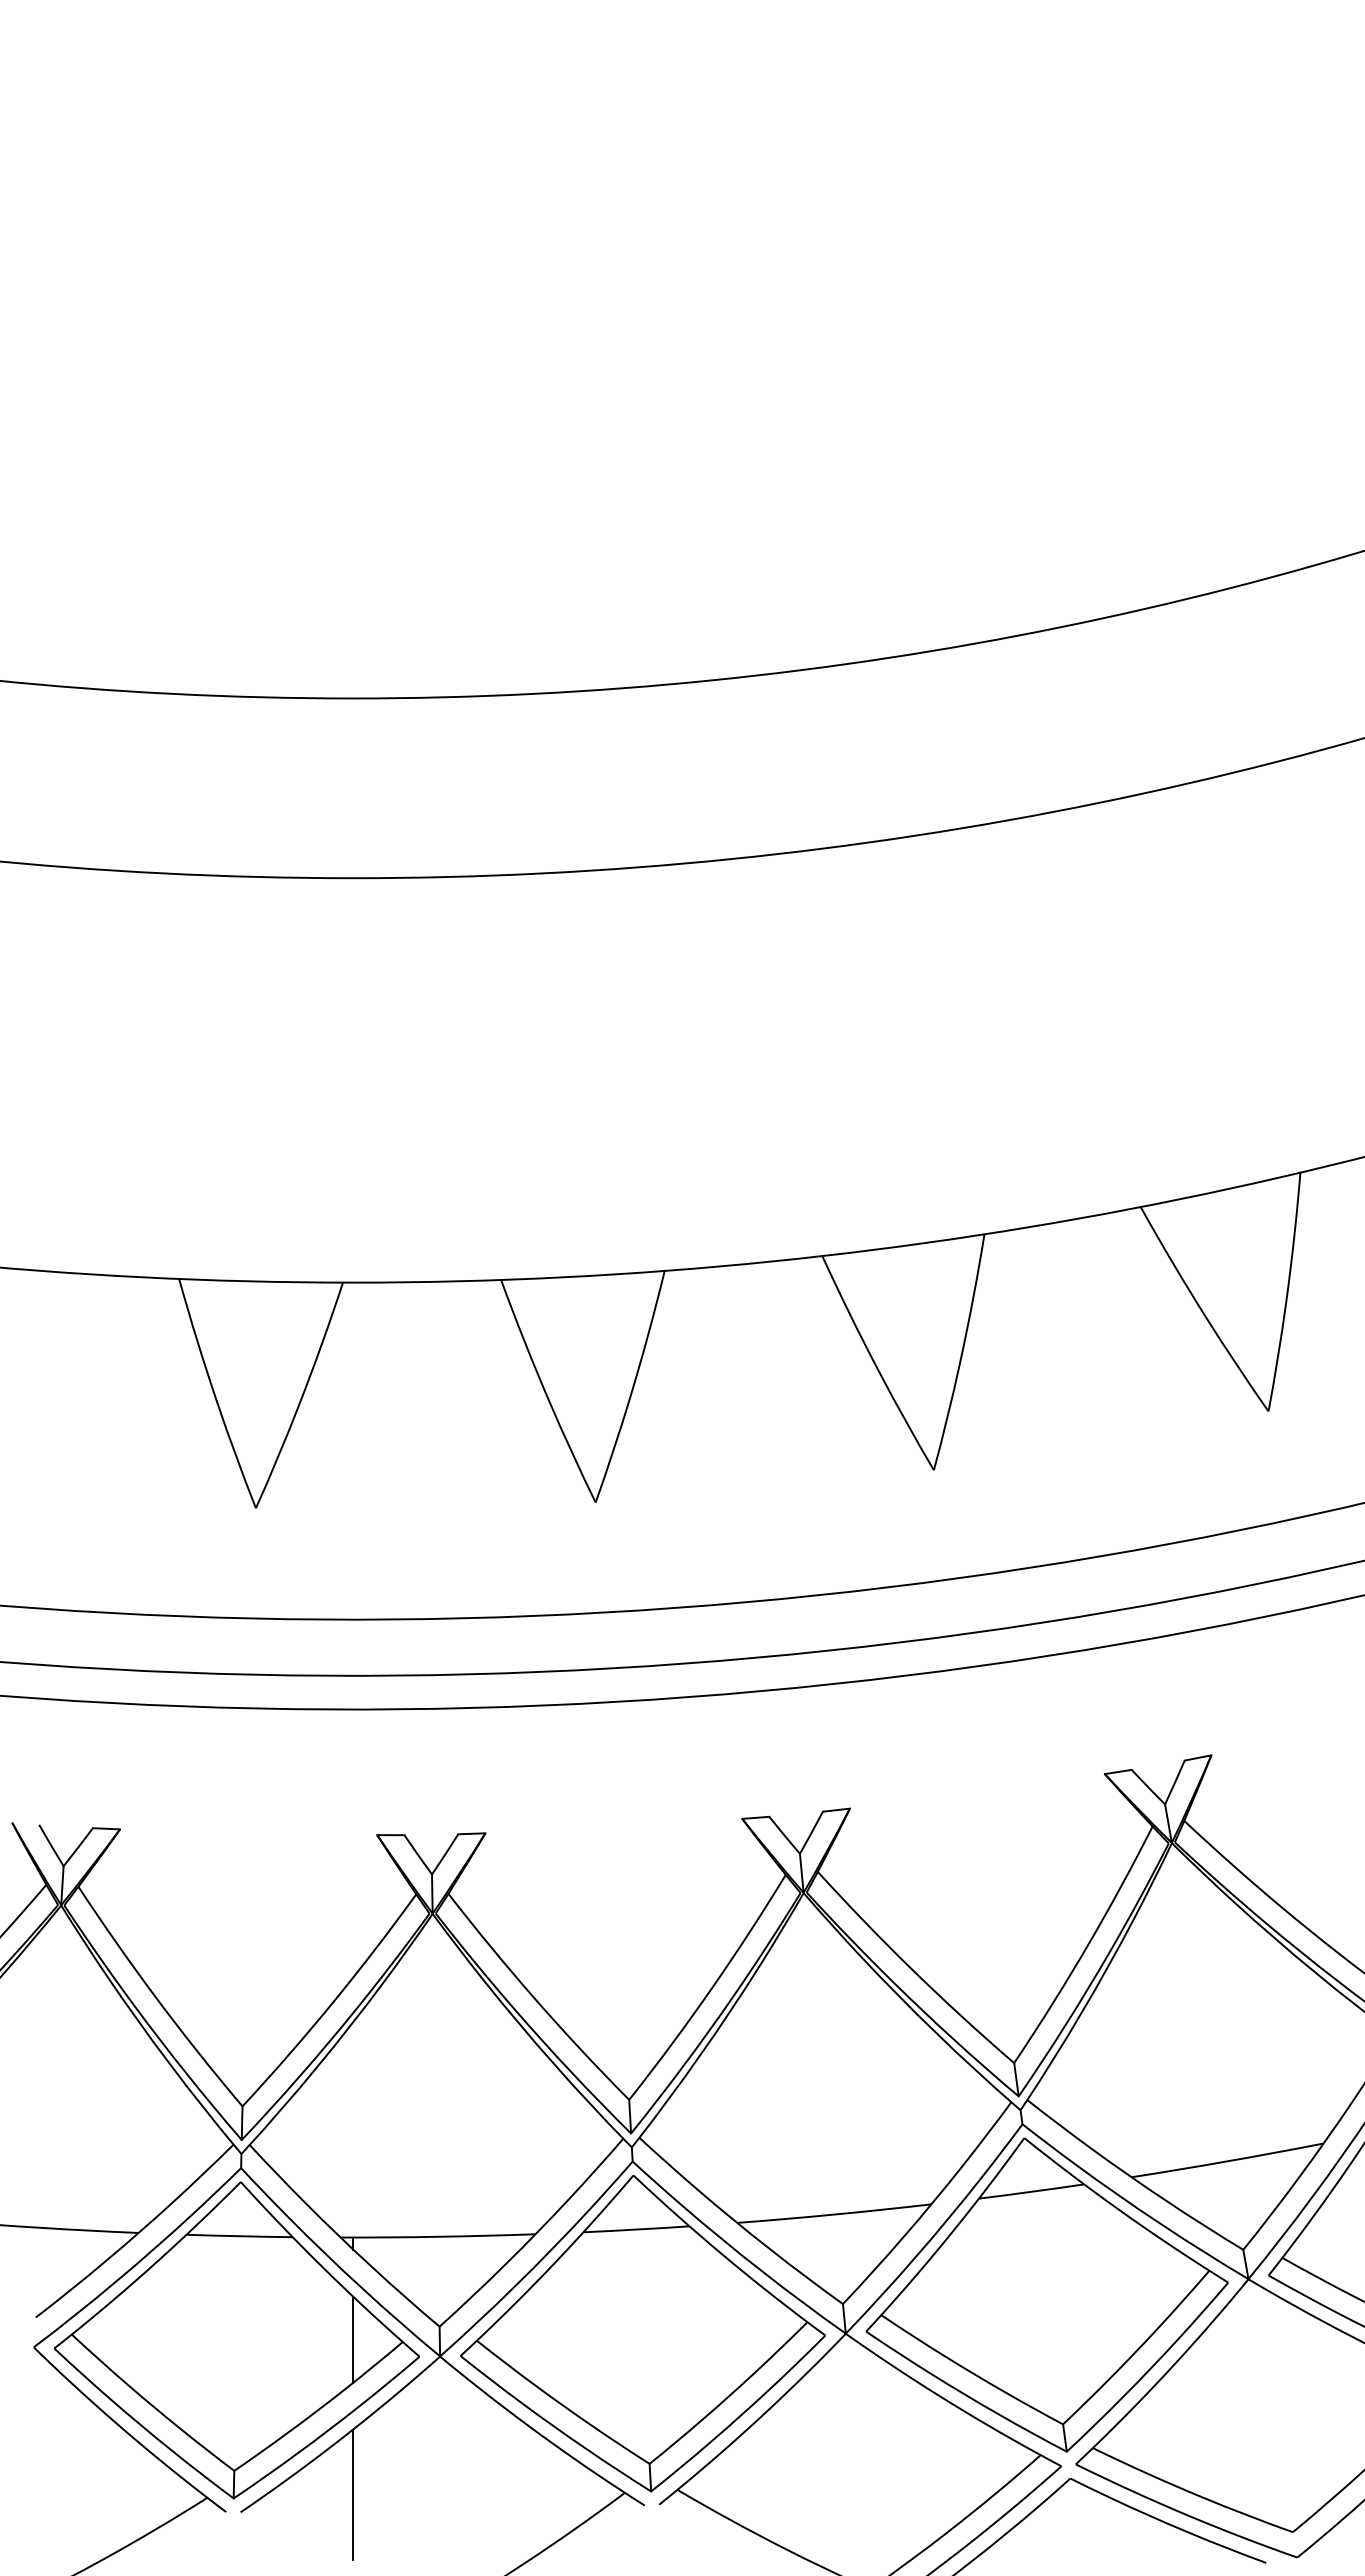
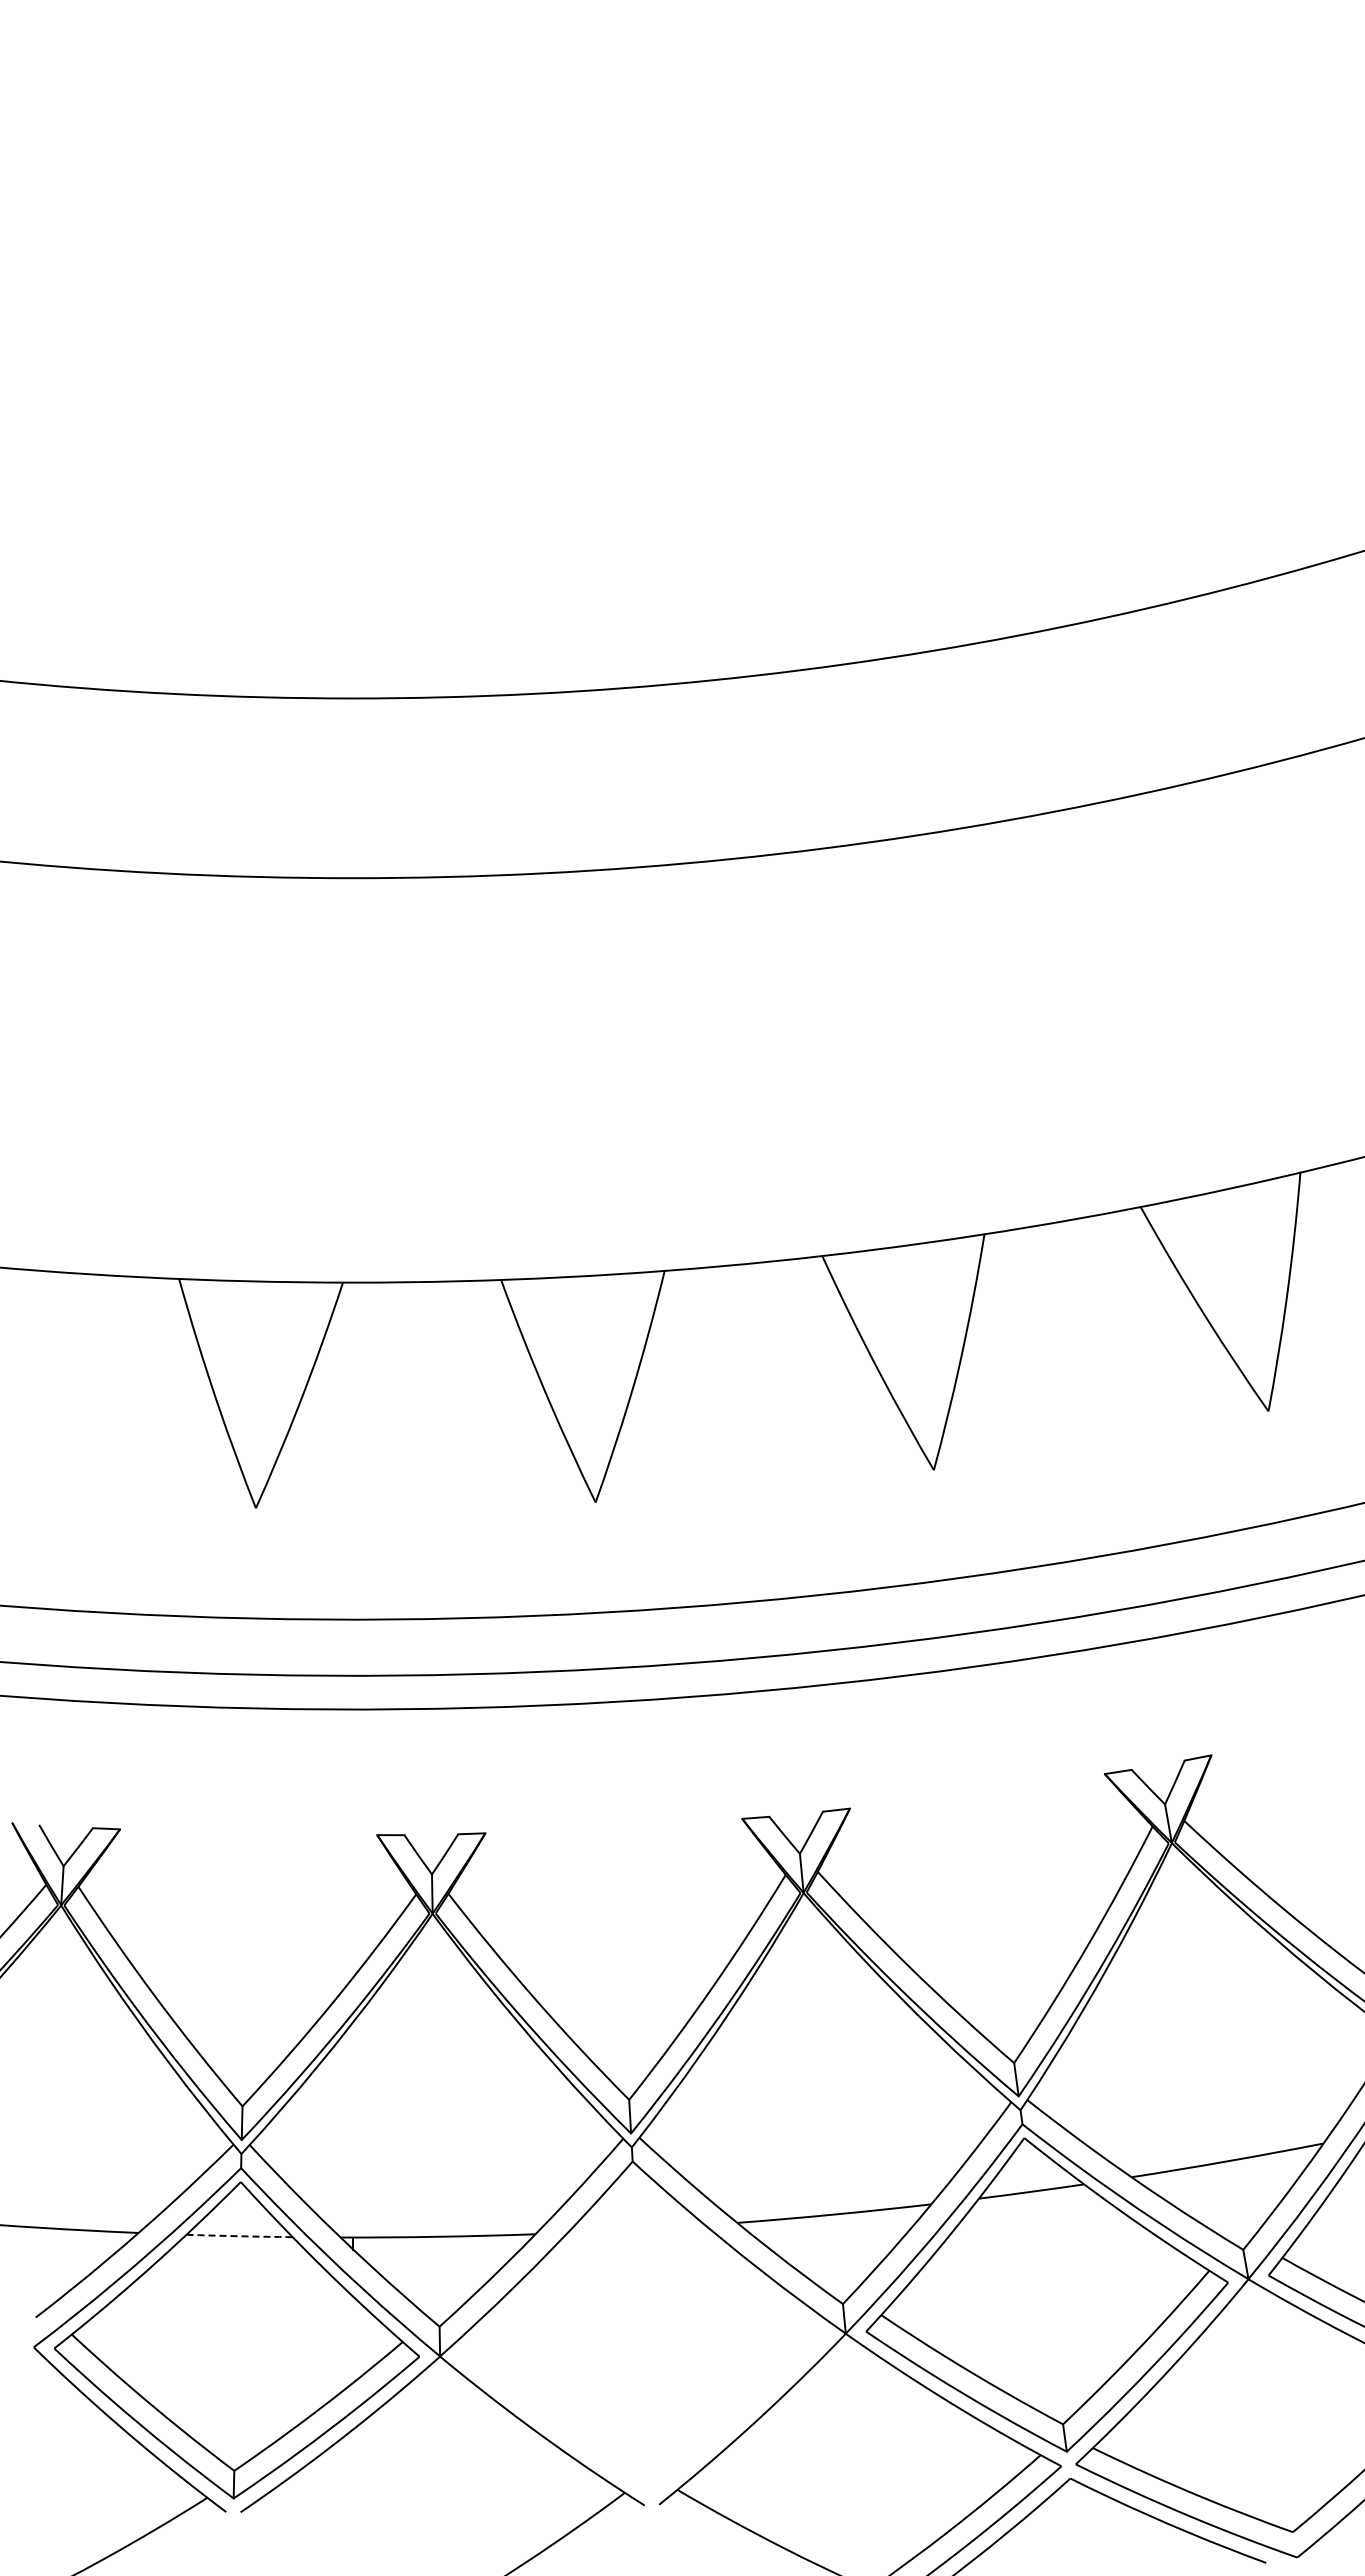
arc at (239, 2236): solid -> dashed
part at (642, 2333): present -> none
line at (353, 2339): present -> none
line at (353, 2494): present -> none
